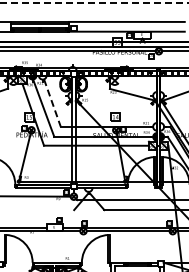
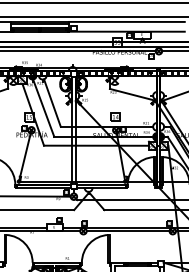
line at (94, 3): dashed -> solid
line at (93, 17): none -> present
line at (52, 103): dashed -> solid
line at (38, 210): none -> present
